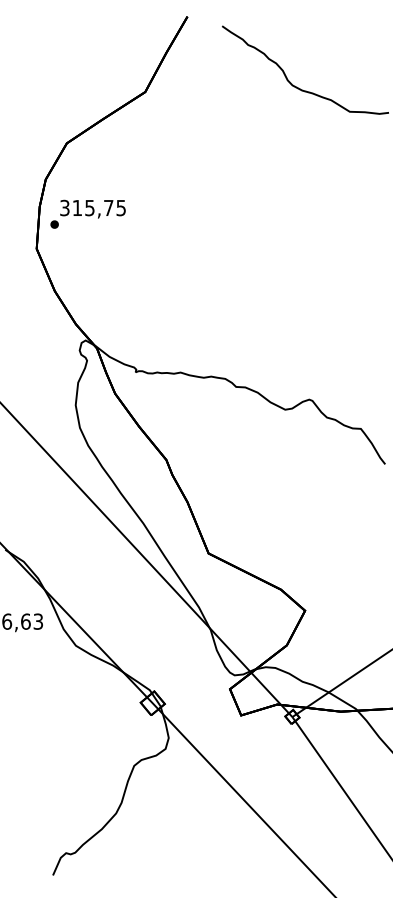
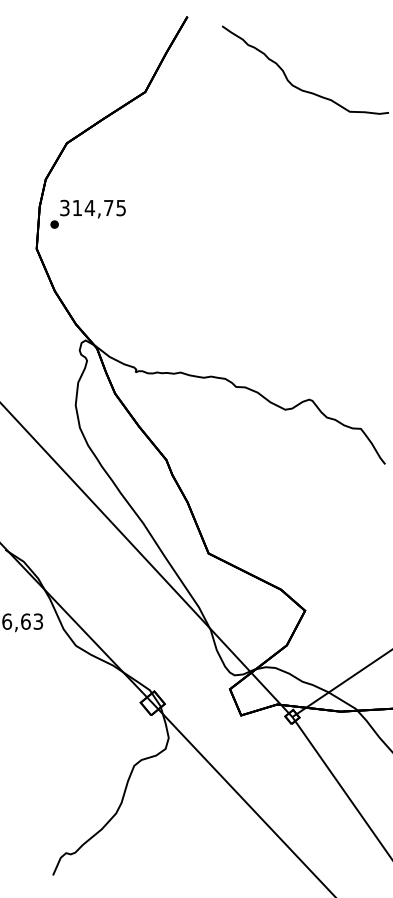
text at (89, 208): 315,75 -> 314,75
